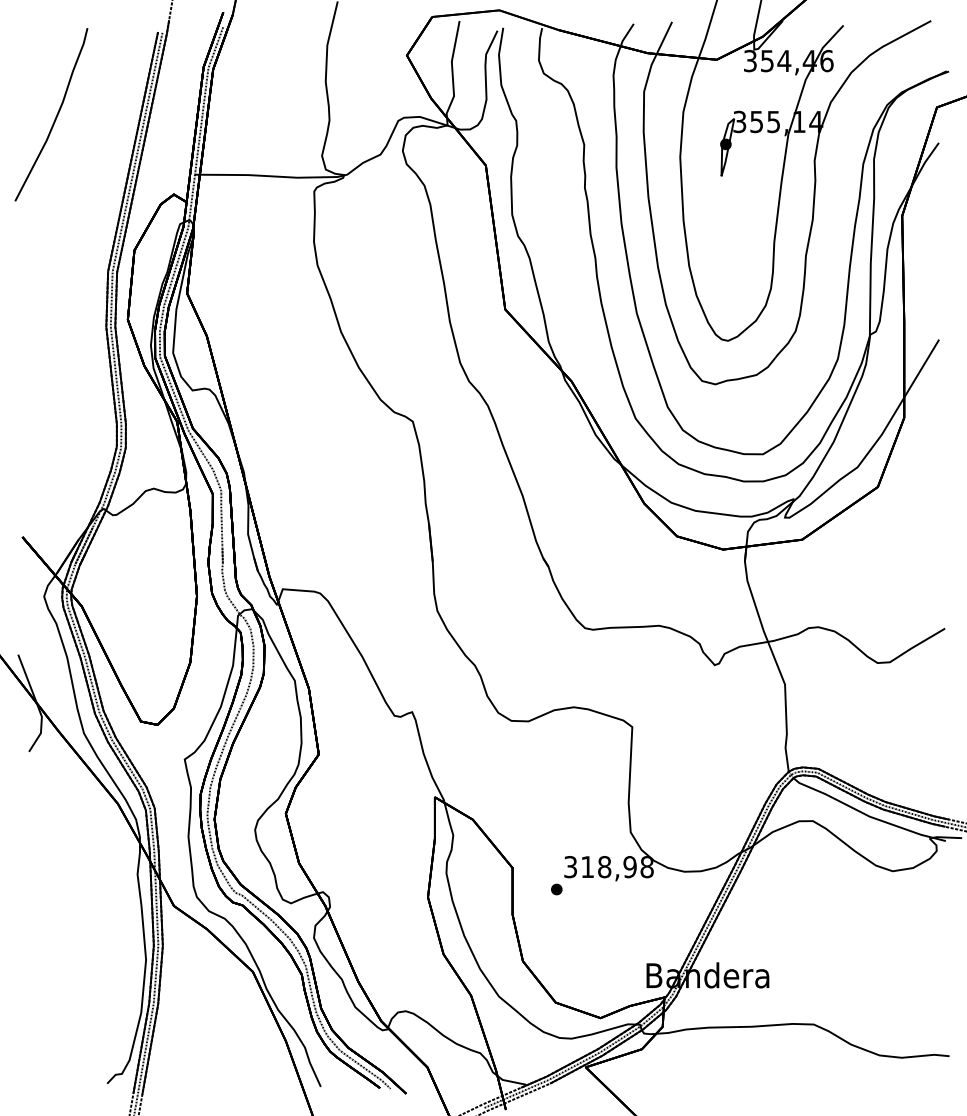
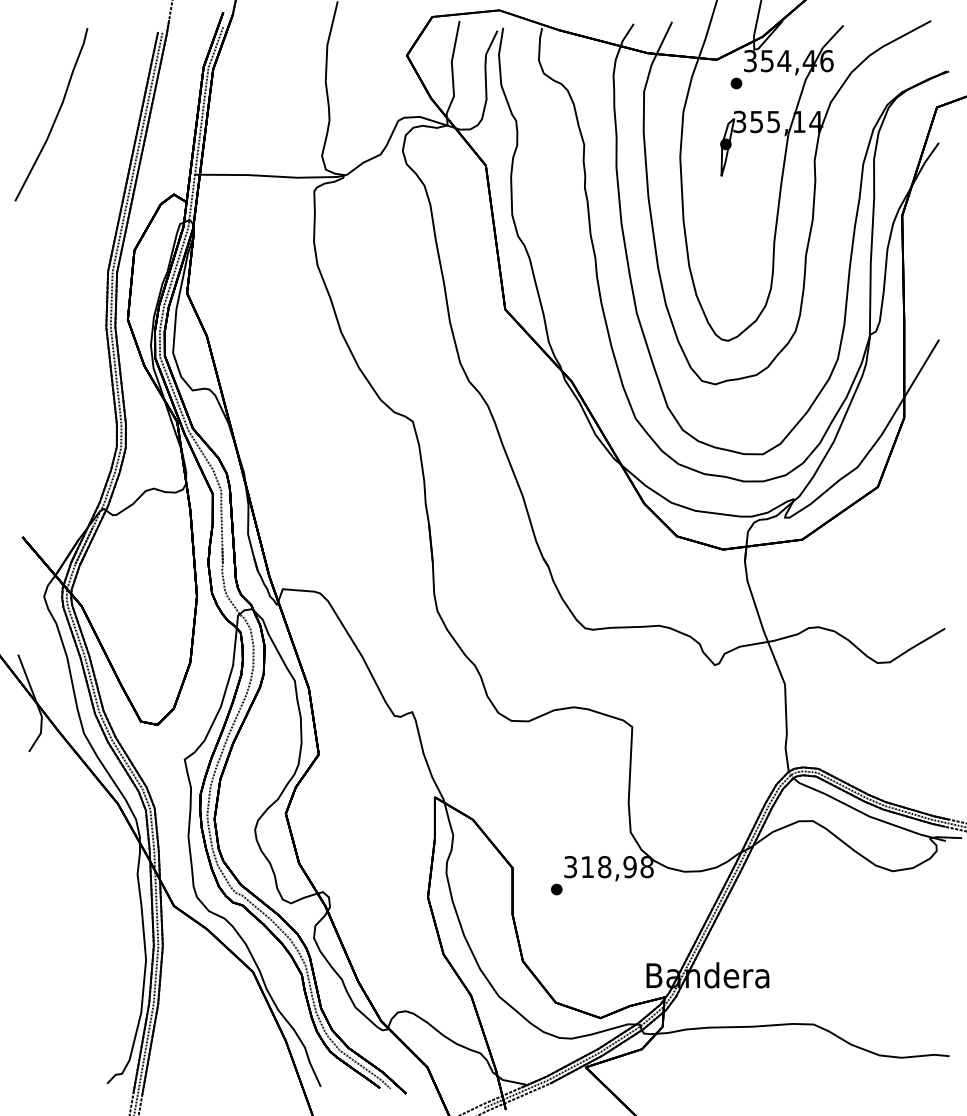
part at (736, 83): none -> present
